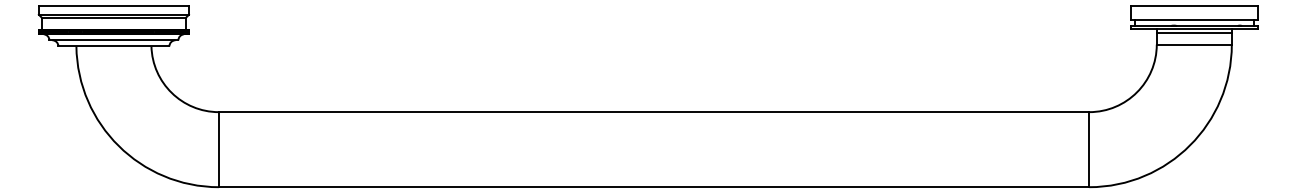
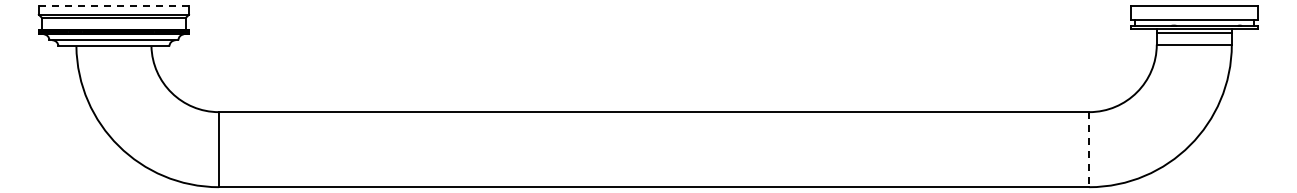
line at (114, 5): solid -> dashed
line at (1089, 149): solid -> dashed
